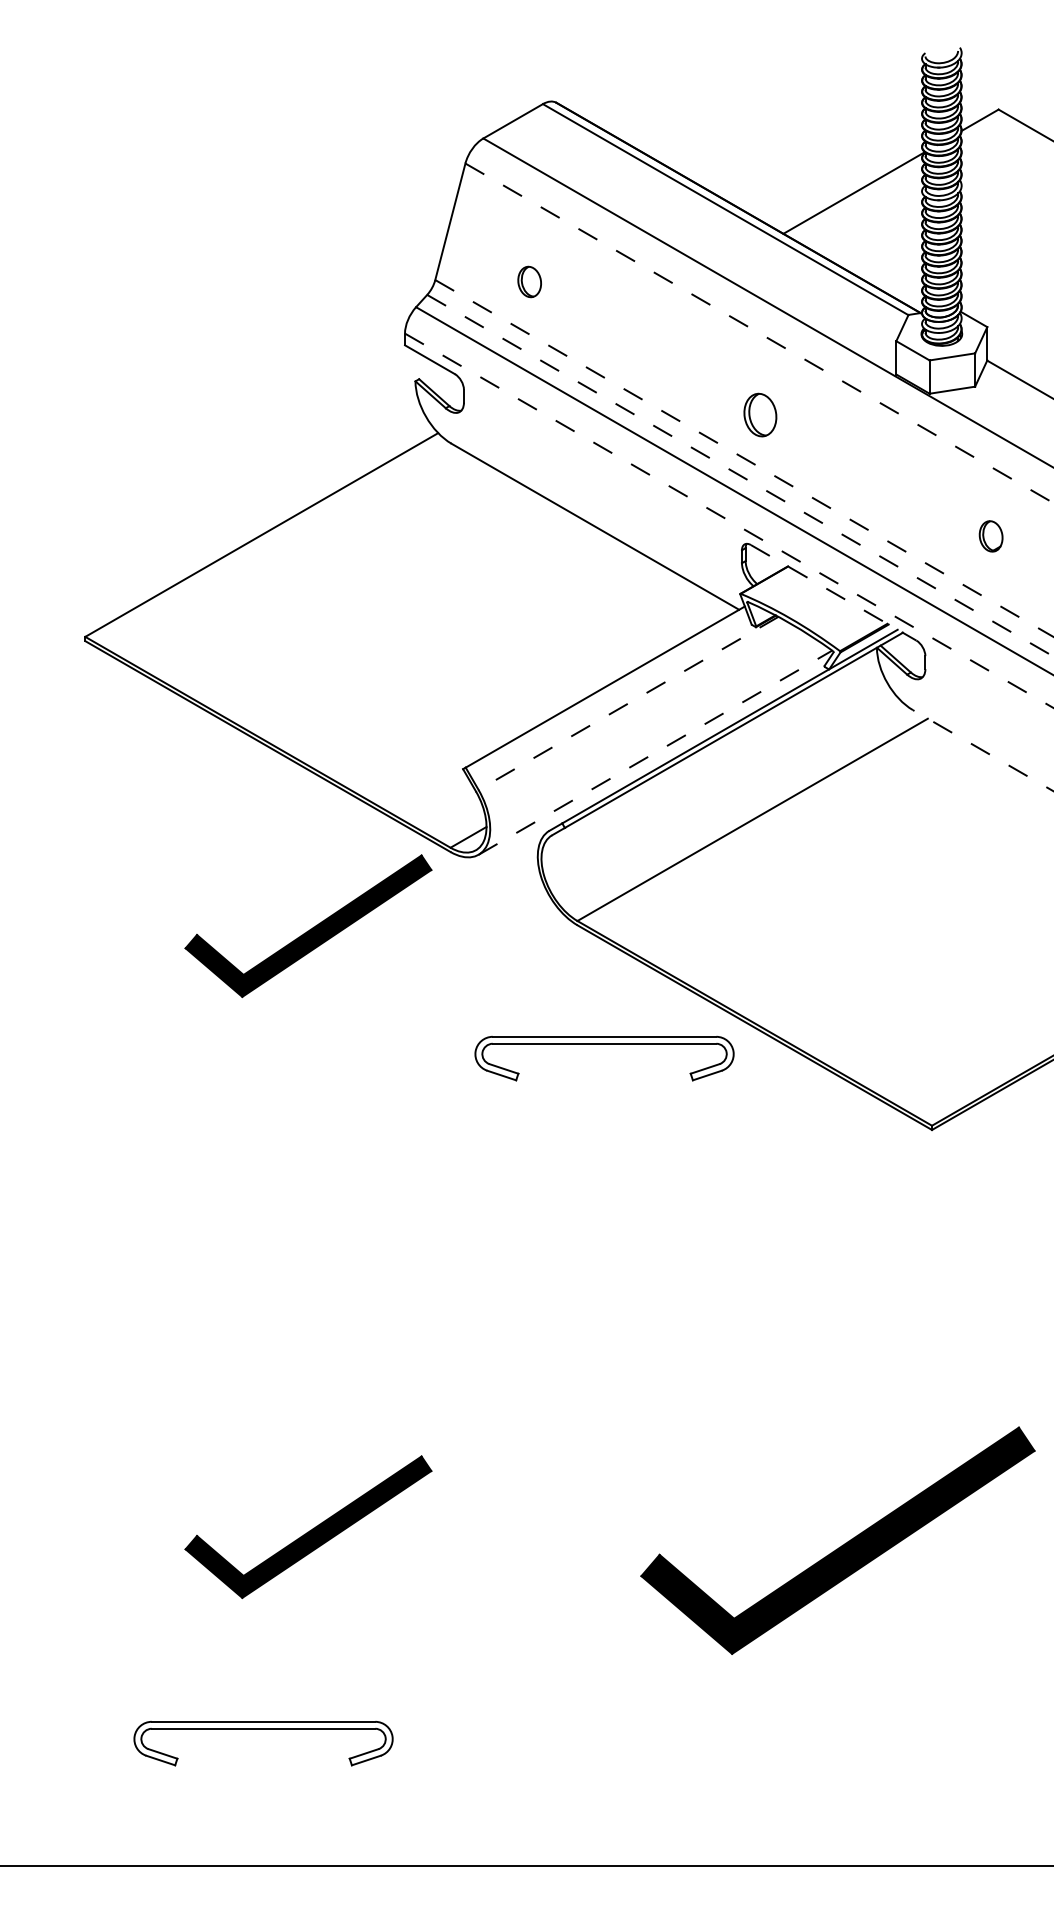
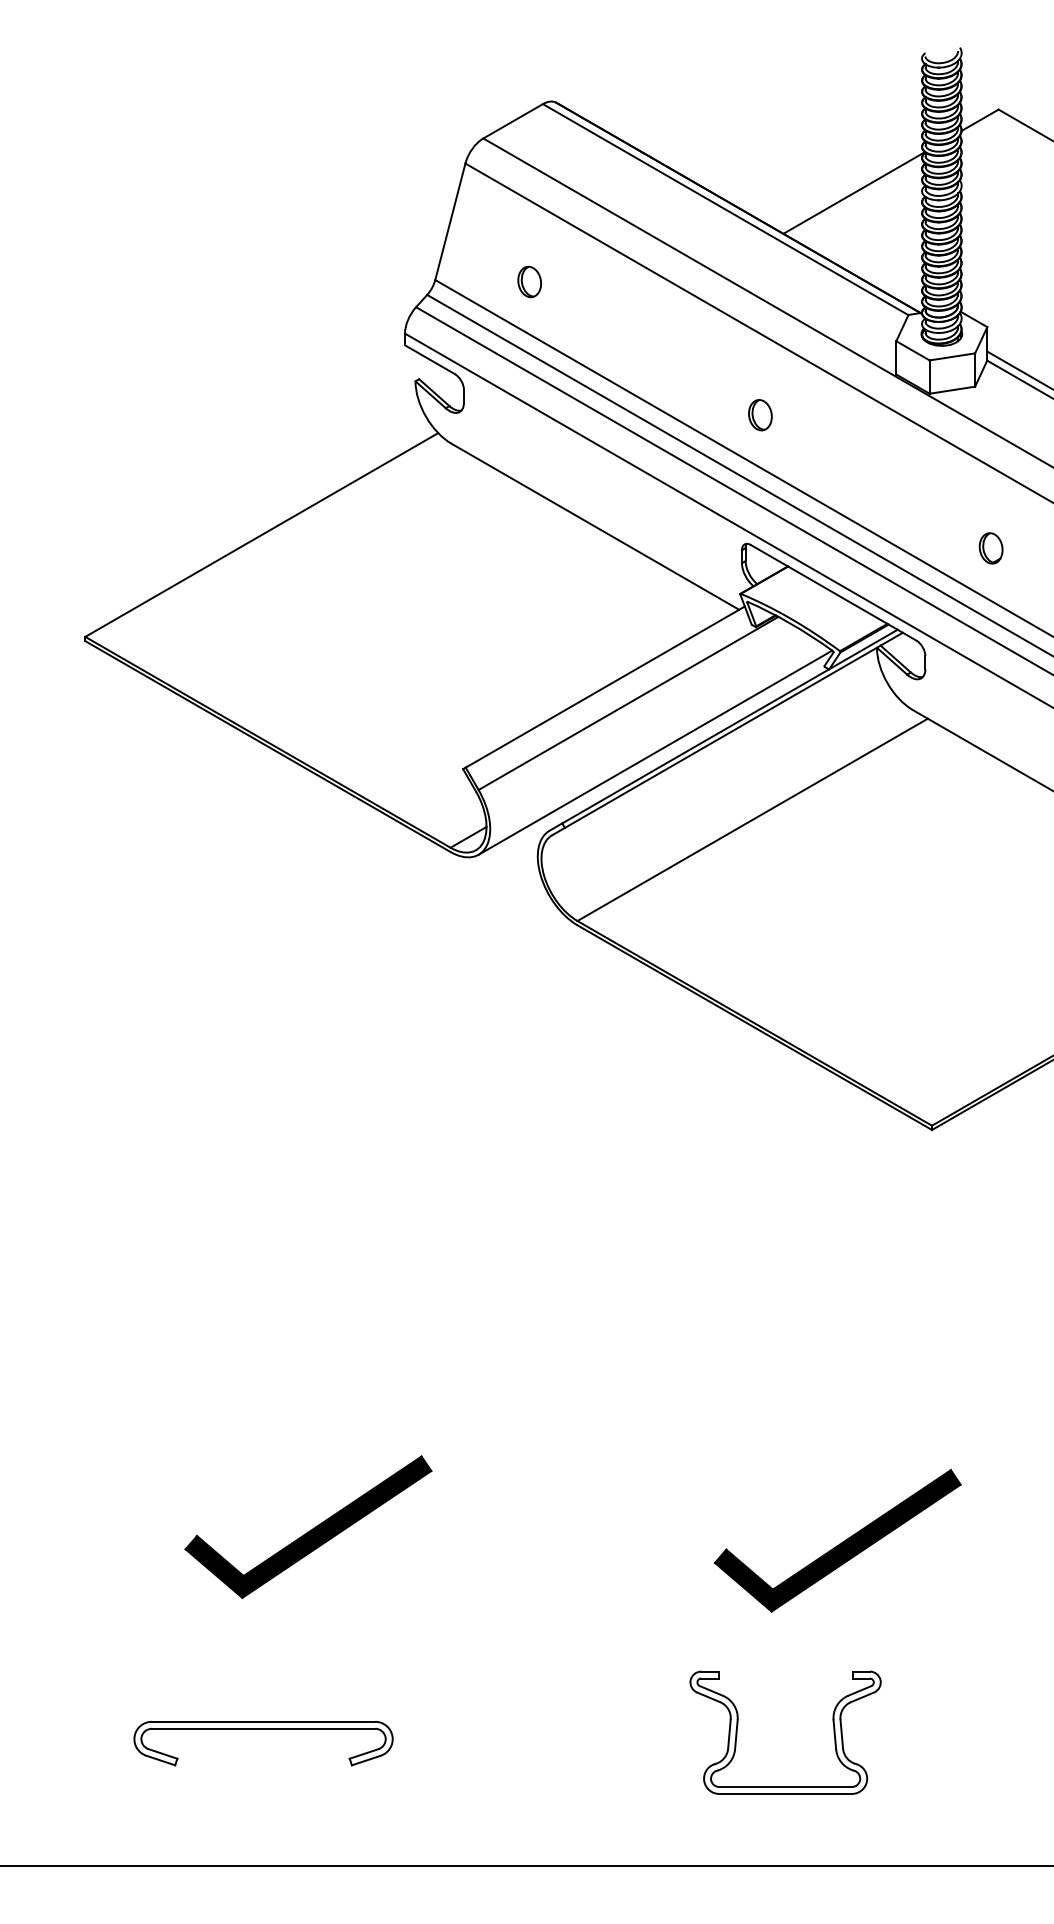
line at (759, 333): dashed -> solid
line at (1018, 369): none -> present
part at (760, 414) size: 35x46 px -> 25x33 px
line at (744, 458): dashed -> solid
line at (740, 475): dashed -> solid
line at (729, 521): dashed -> solid
part at (990, 536) position: (990, 536) -> (990, 548)
line at (833, 592): dashed -> solid
line at (628, 703): dashed -> solid
line at (983, 750): dashed -> solid
line at (655, 752): dashed -> solid
part at (308, 925): present -> none
part at (604, 1044): present -> none
part at (837, 1540) size: 396x229 px -> 249x144 px
part at (738, 1725): none -> present
